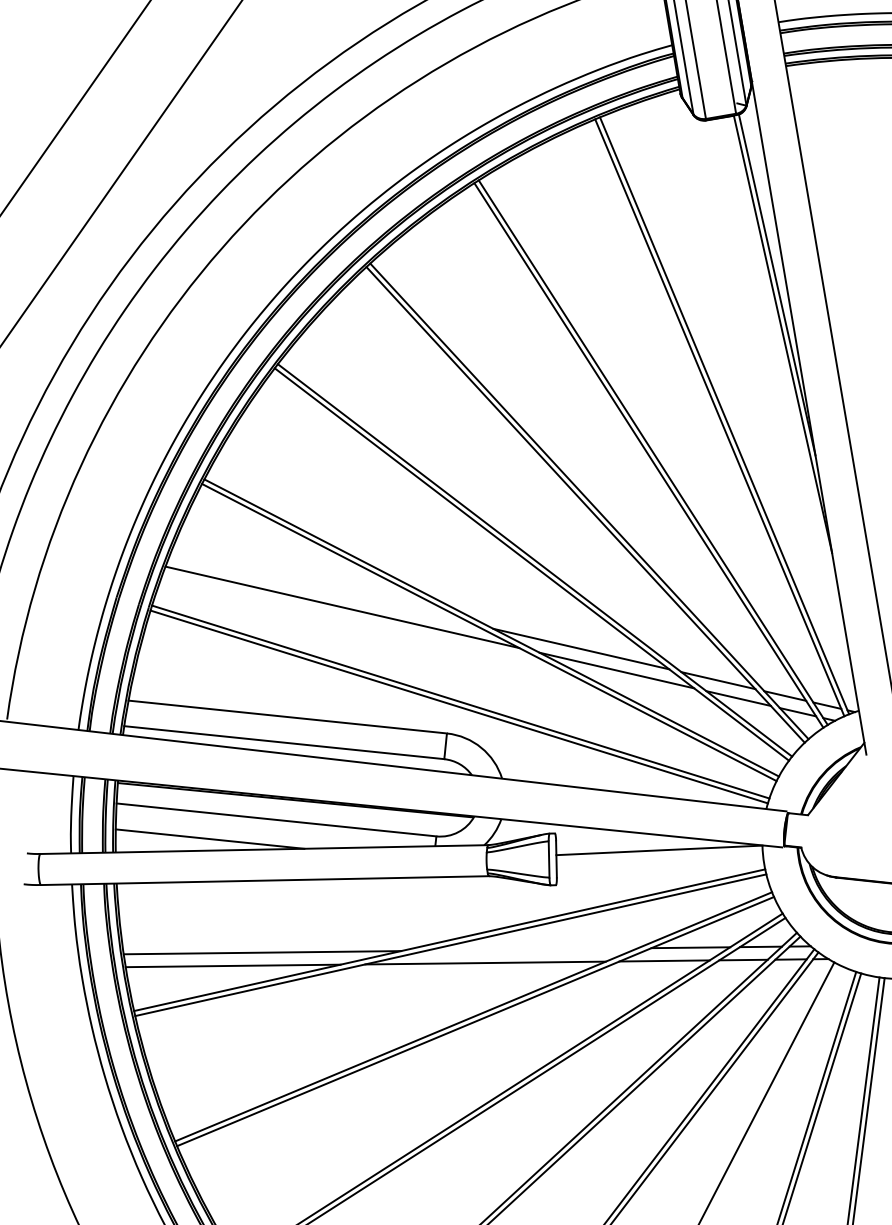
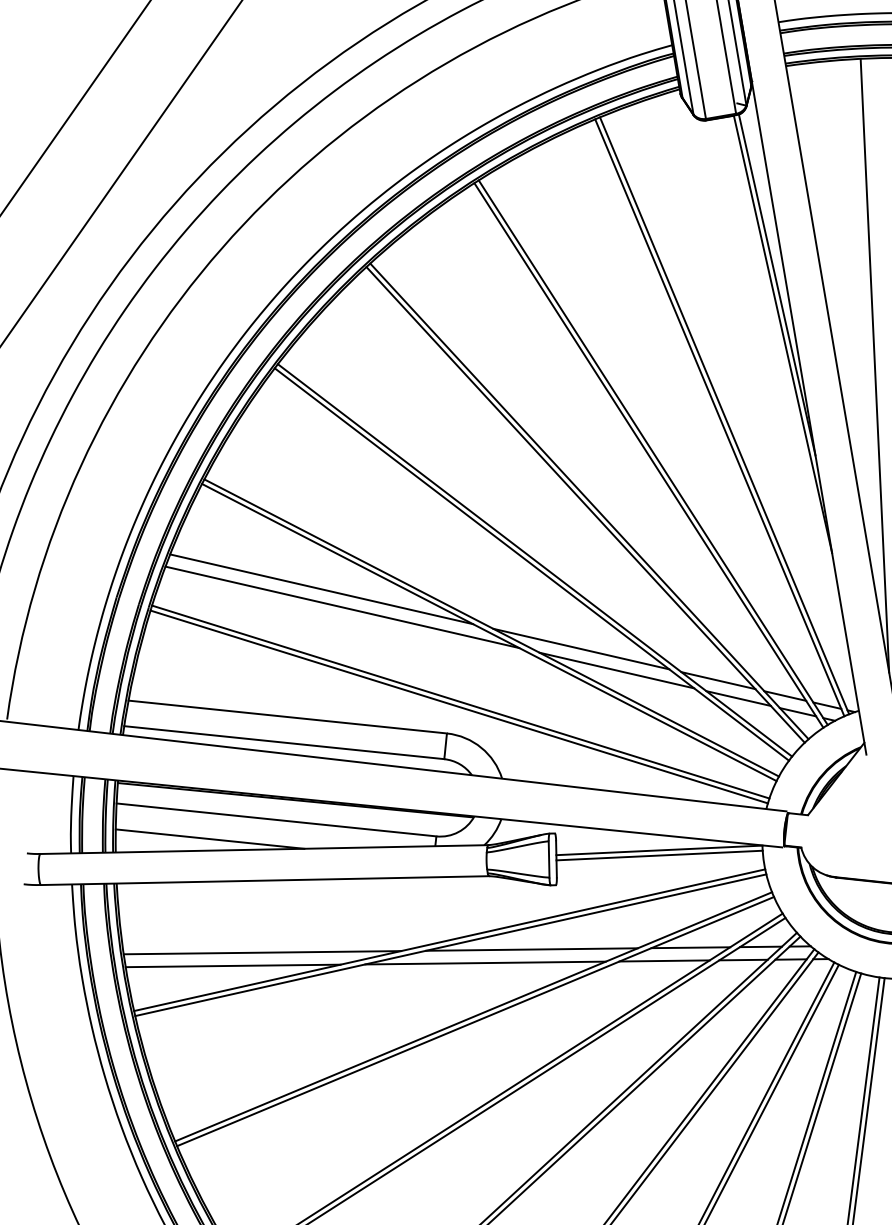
line at (874, 363): none -> present
line at (321, 589): none -> present
line at (659, 855): none -> present
line at (531, 949): none -> present
line at (772, 1092): none -> present
